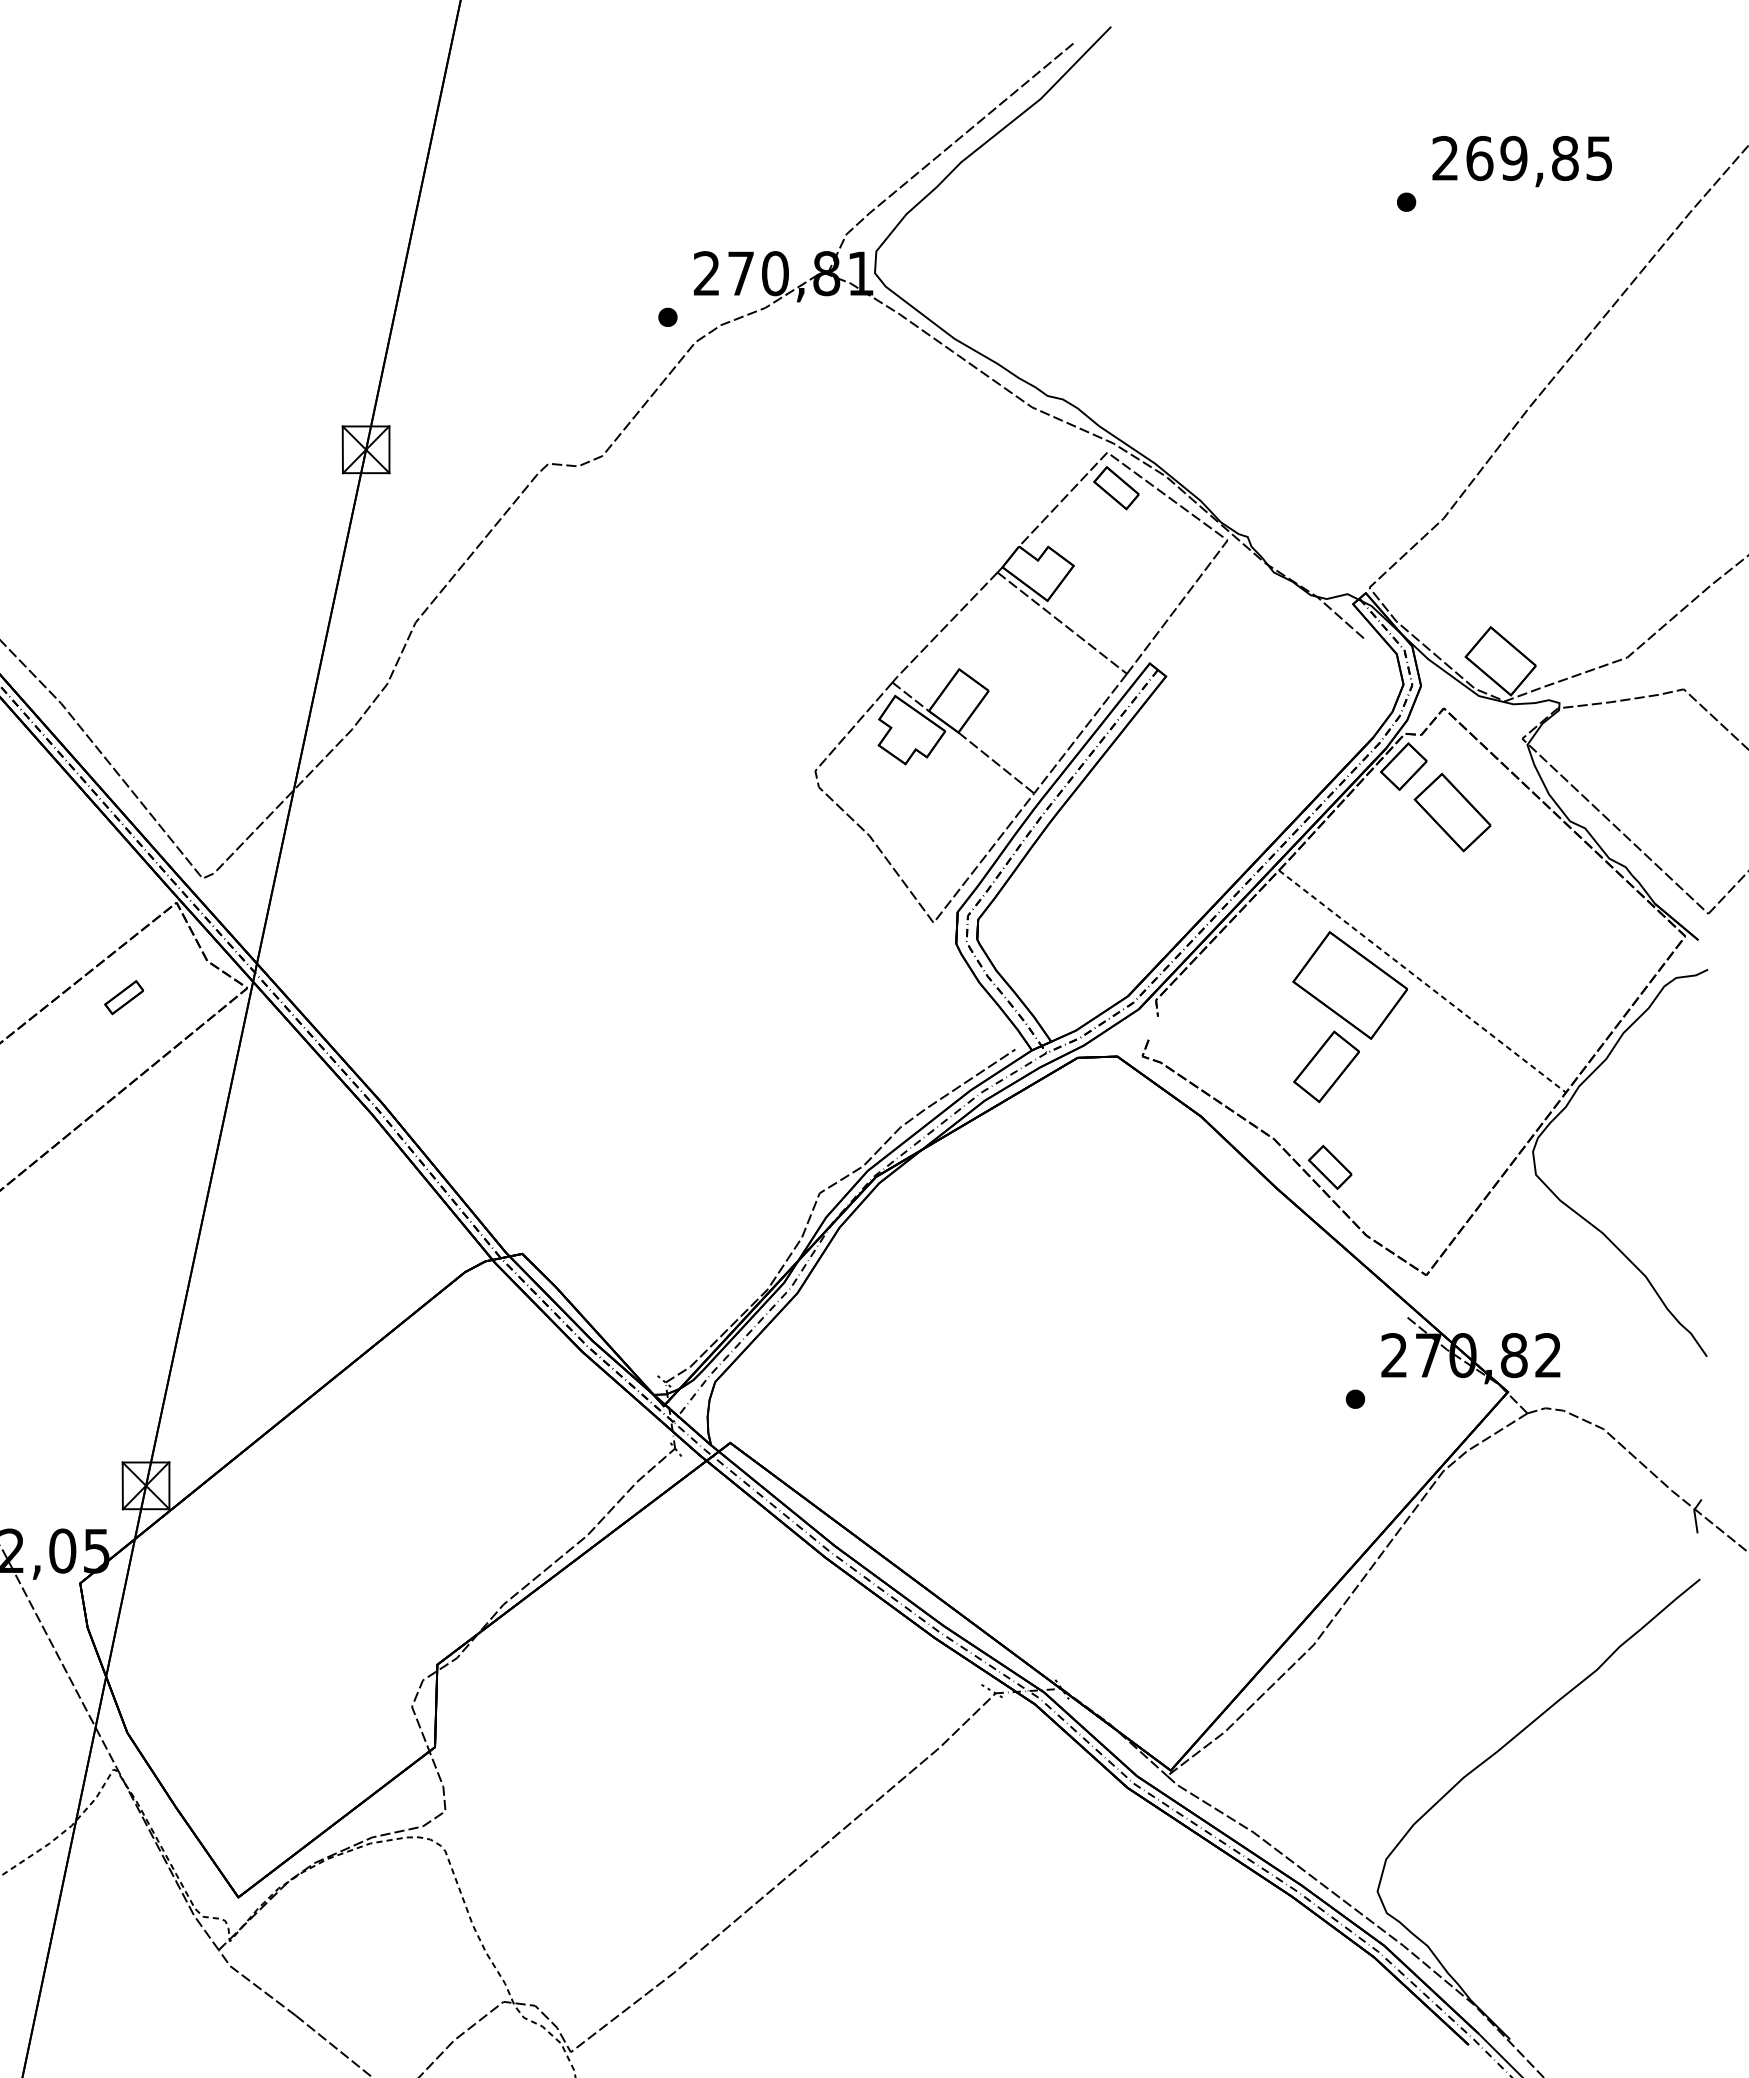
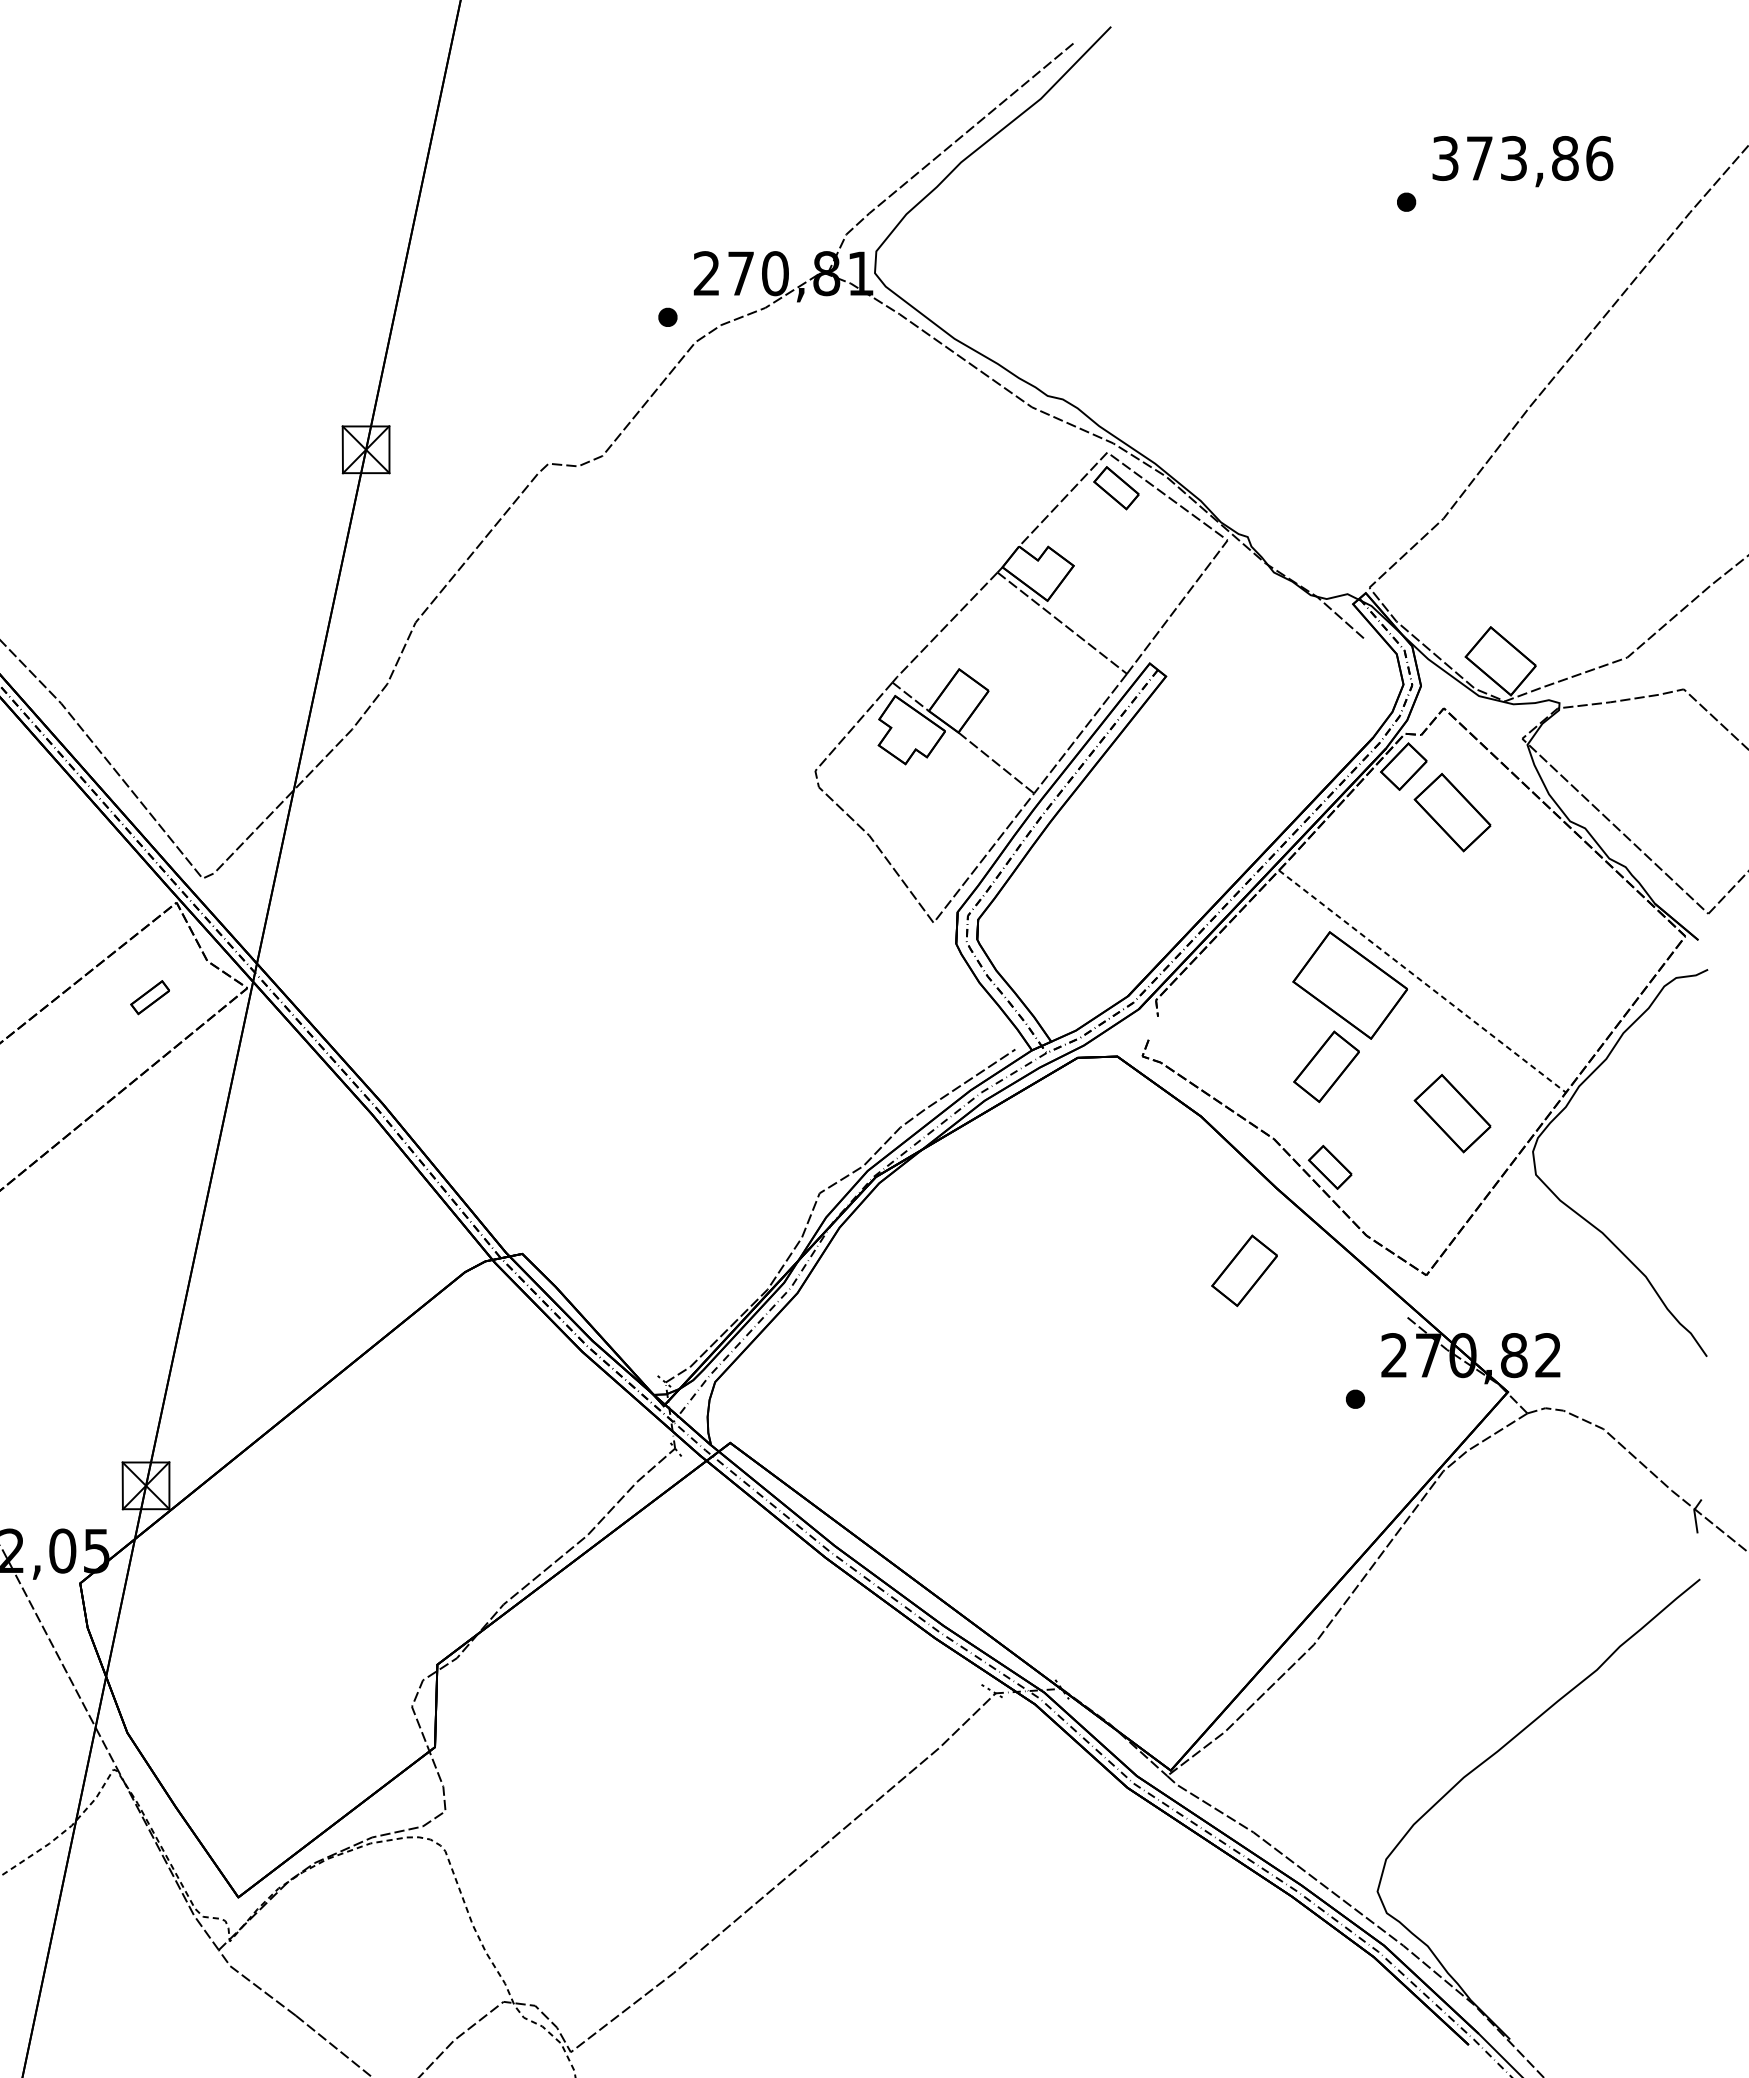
text at (1522, 158): 269,85 -> 373,86
part at (123, 997) position: (123, 997) -> (149, 997)
part at (1452, 1113): none -> present
part at (1244, 1270): none -> present
